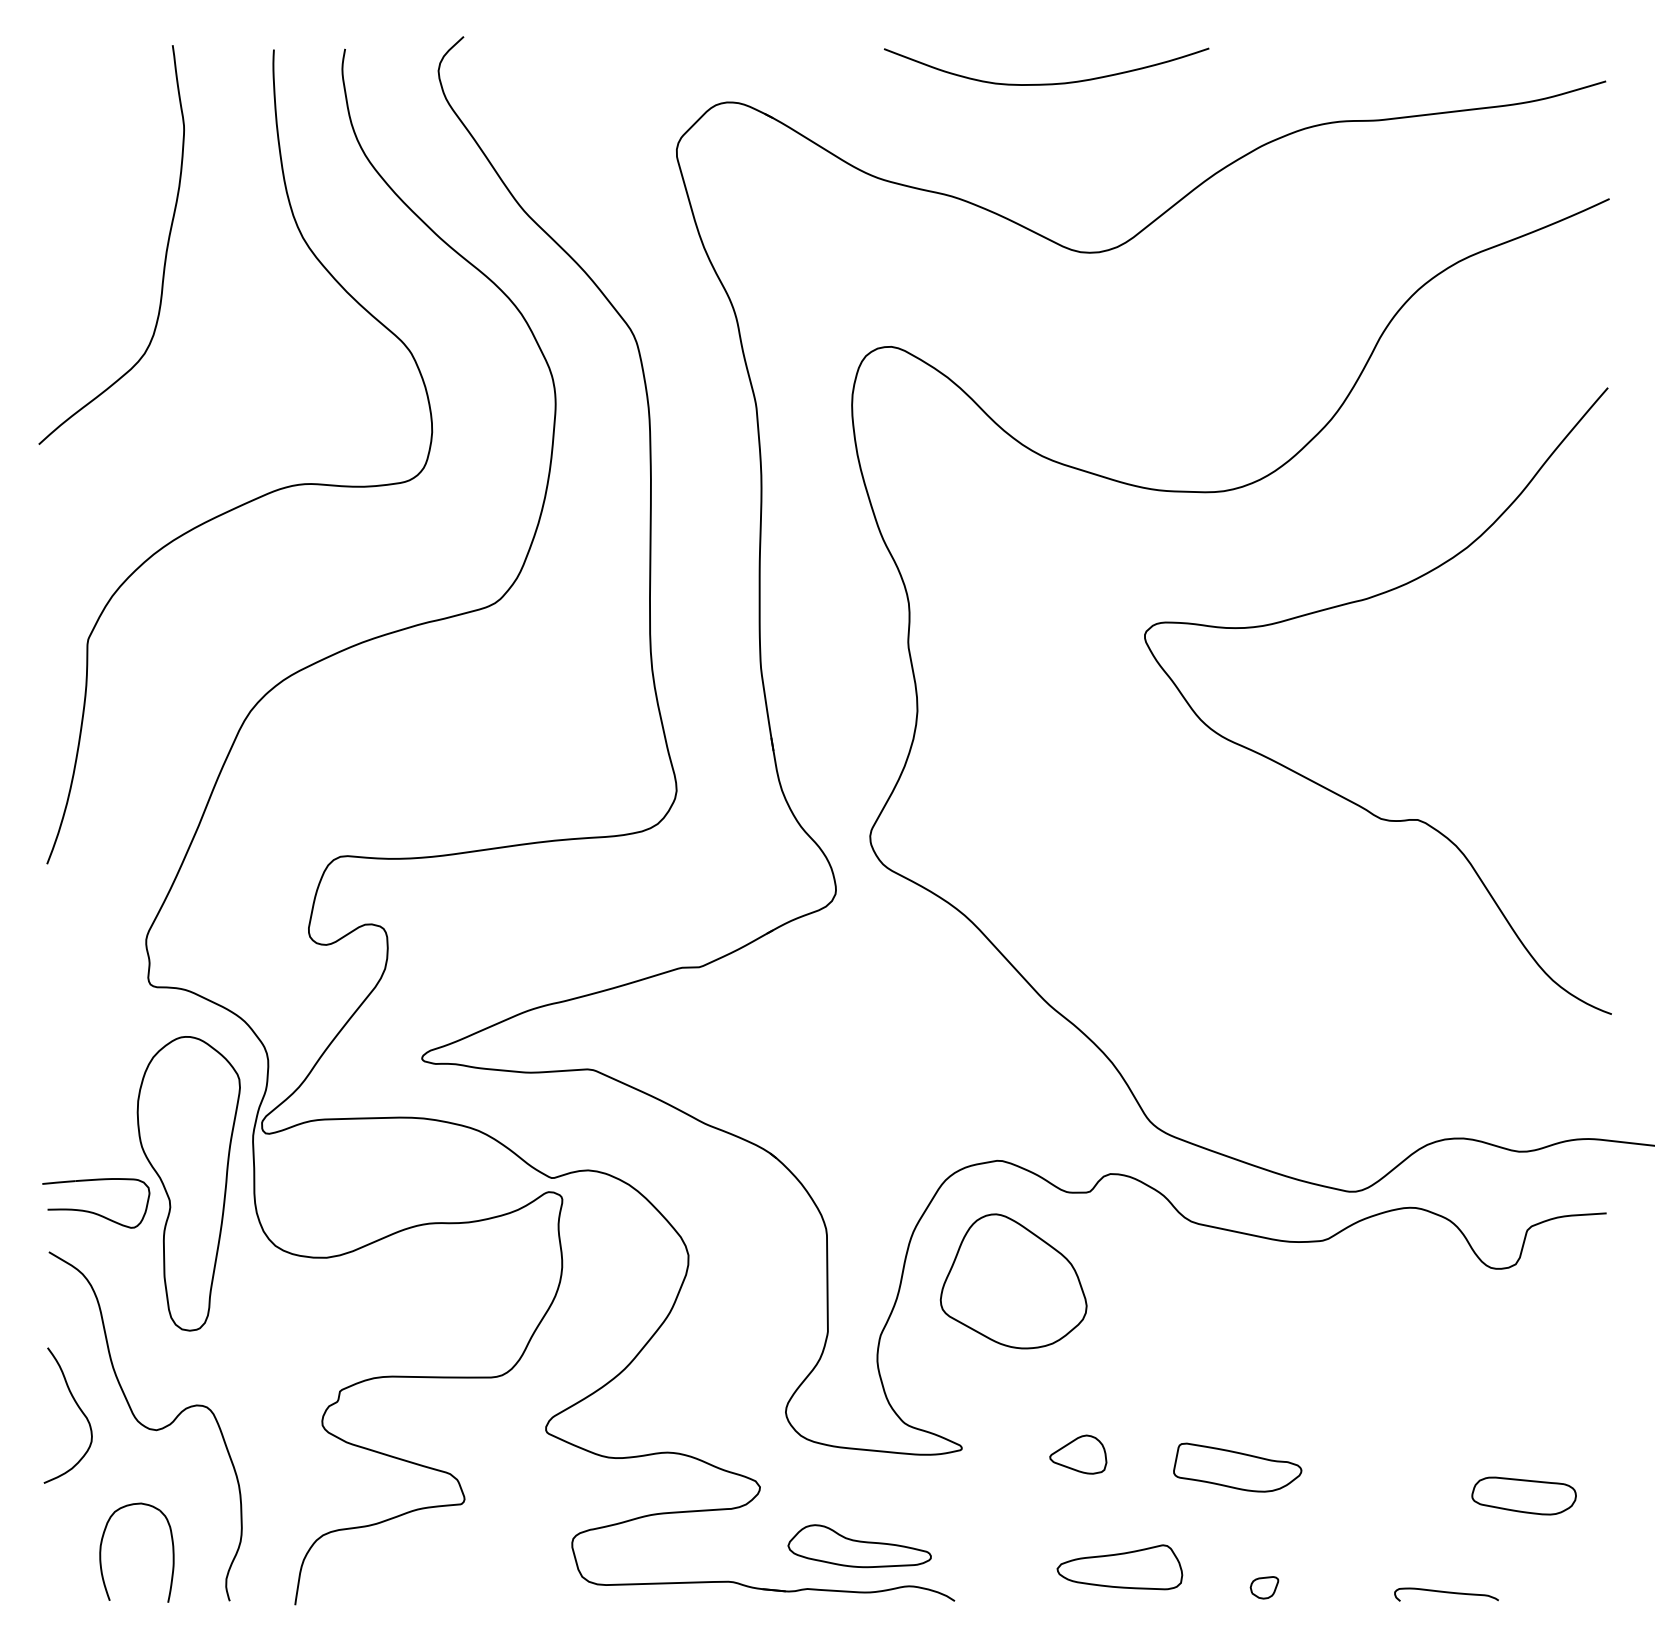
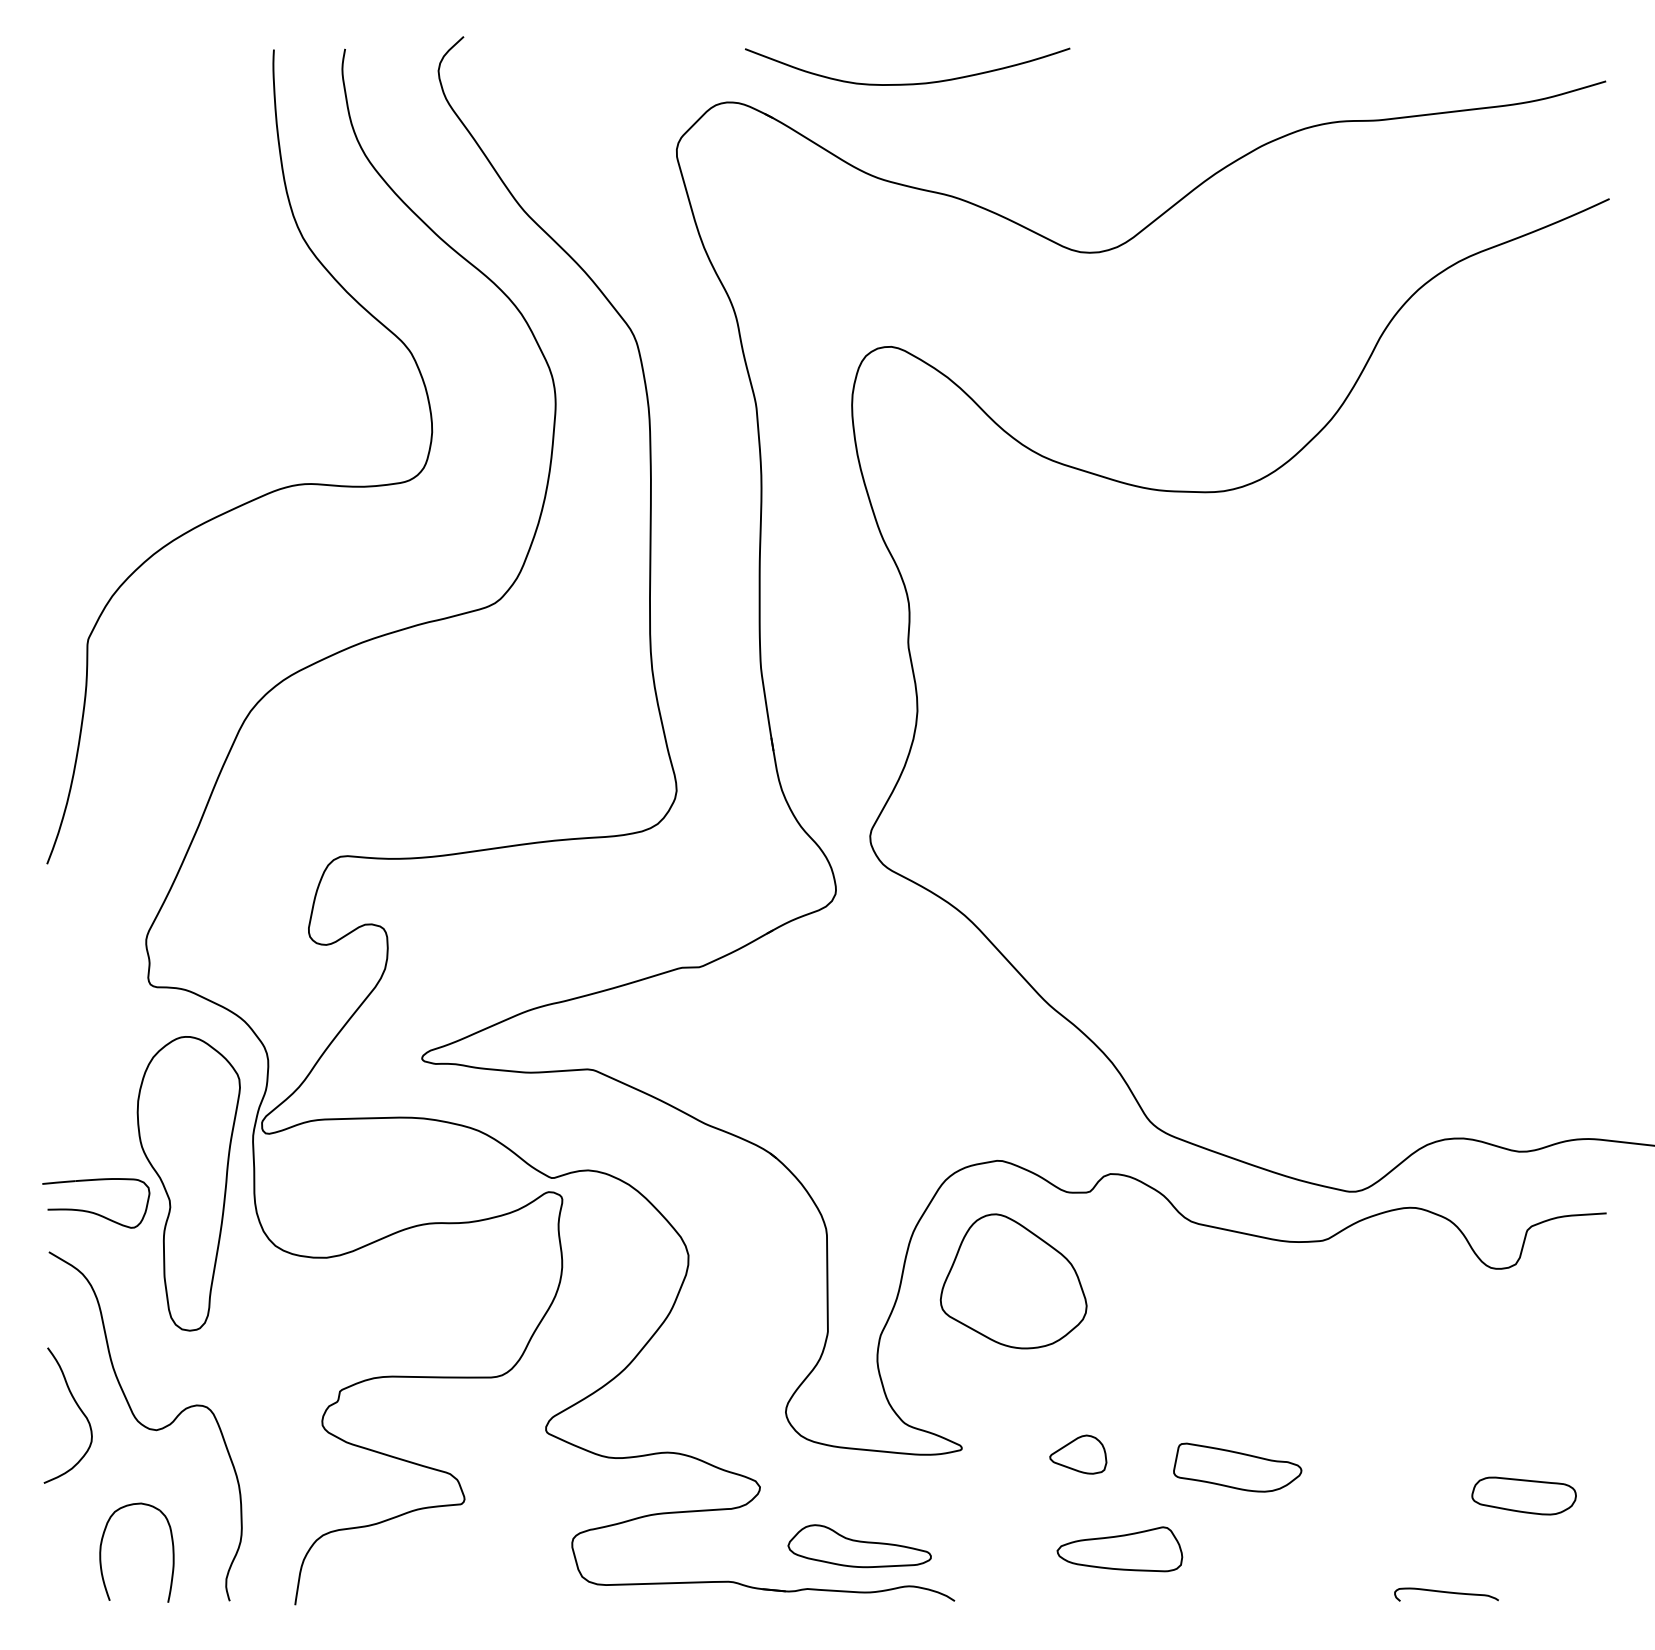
curve at (1046, 83) position: (1046, 83) -> (907, 83)
curve at (165, 251): present -> none
curve at (1353, 603): present -> none
part at (1119, 1567) position: (1119, 1567) -> (1119, 1549)
part at (1264, 1587): present -> none
